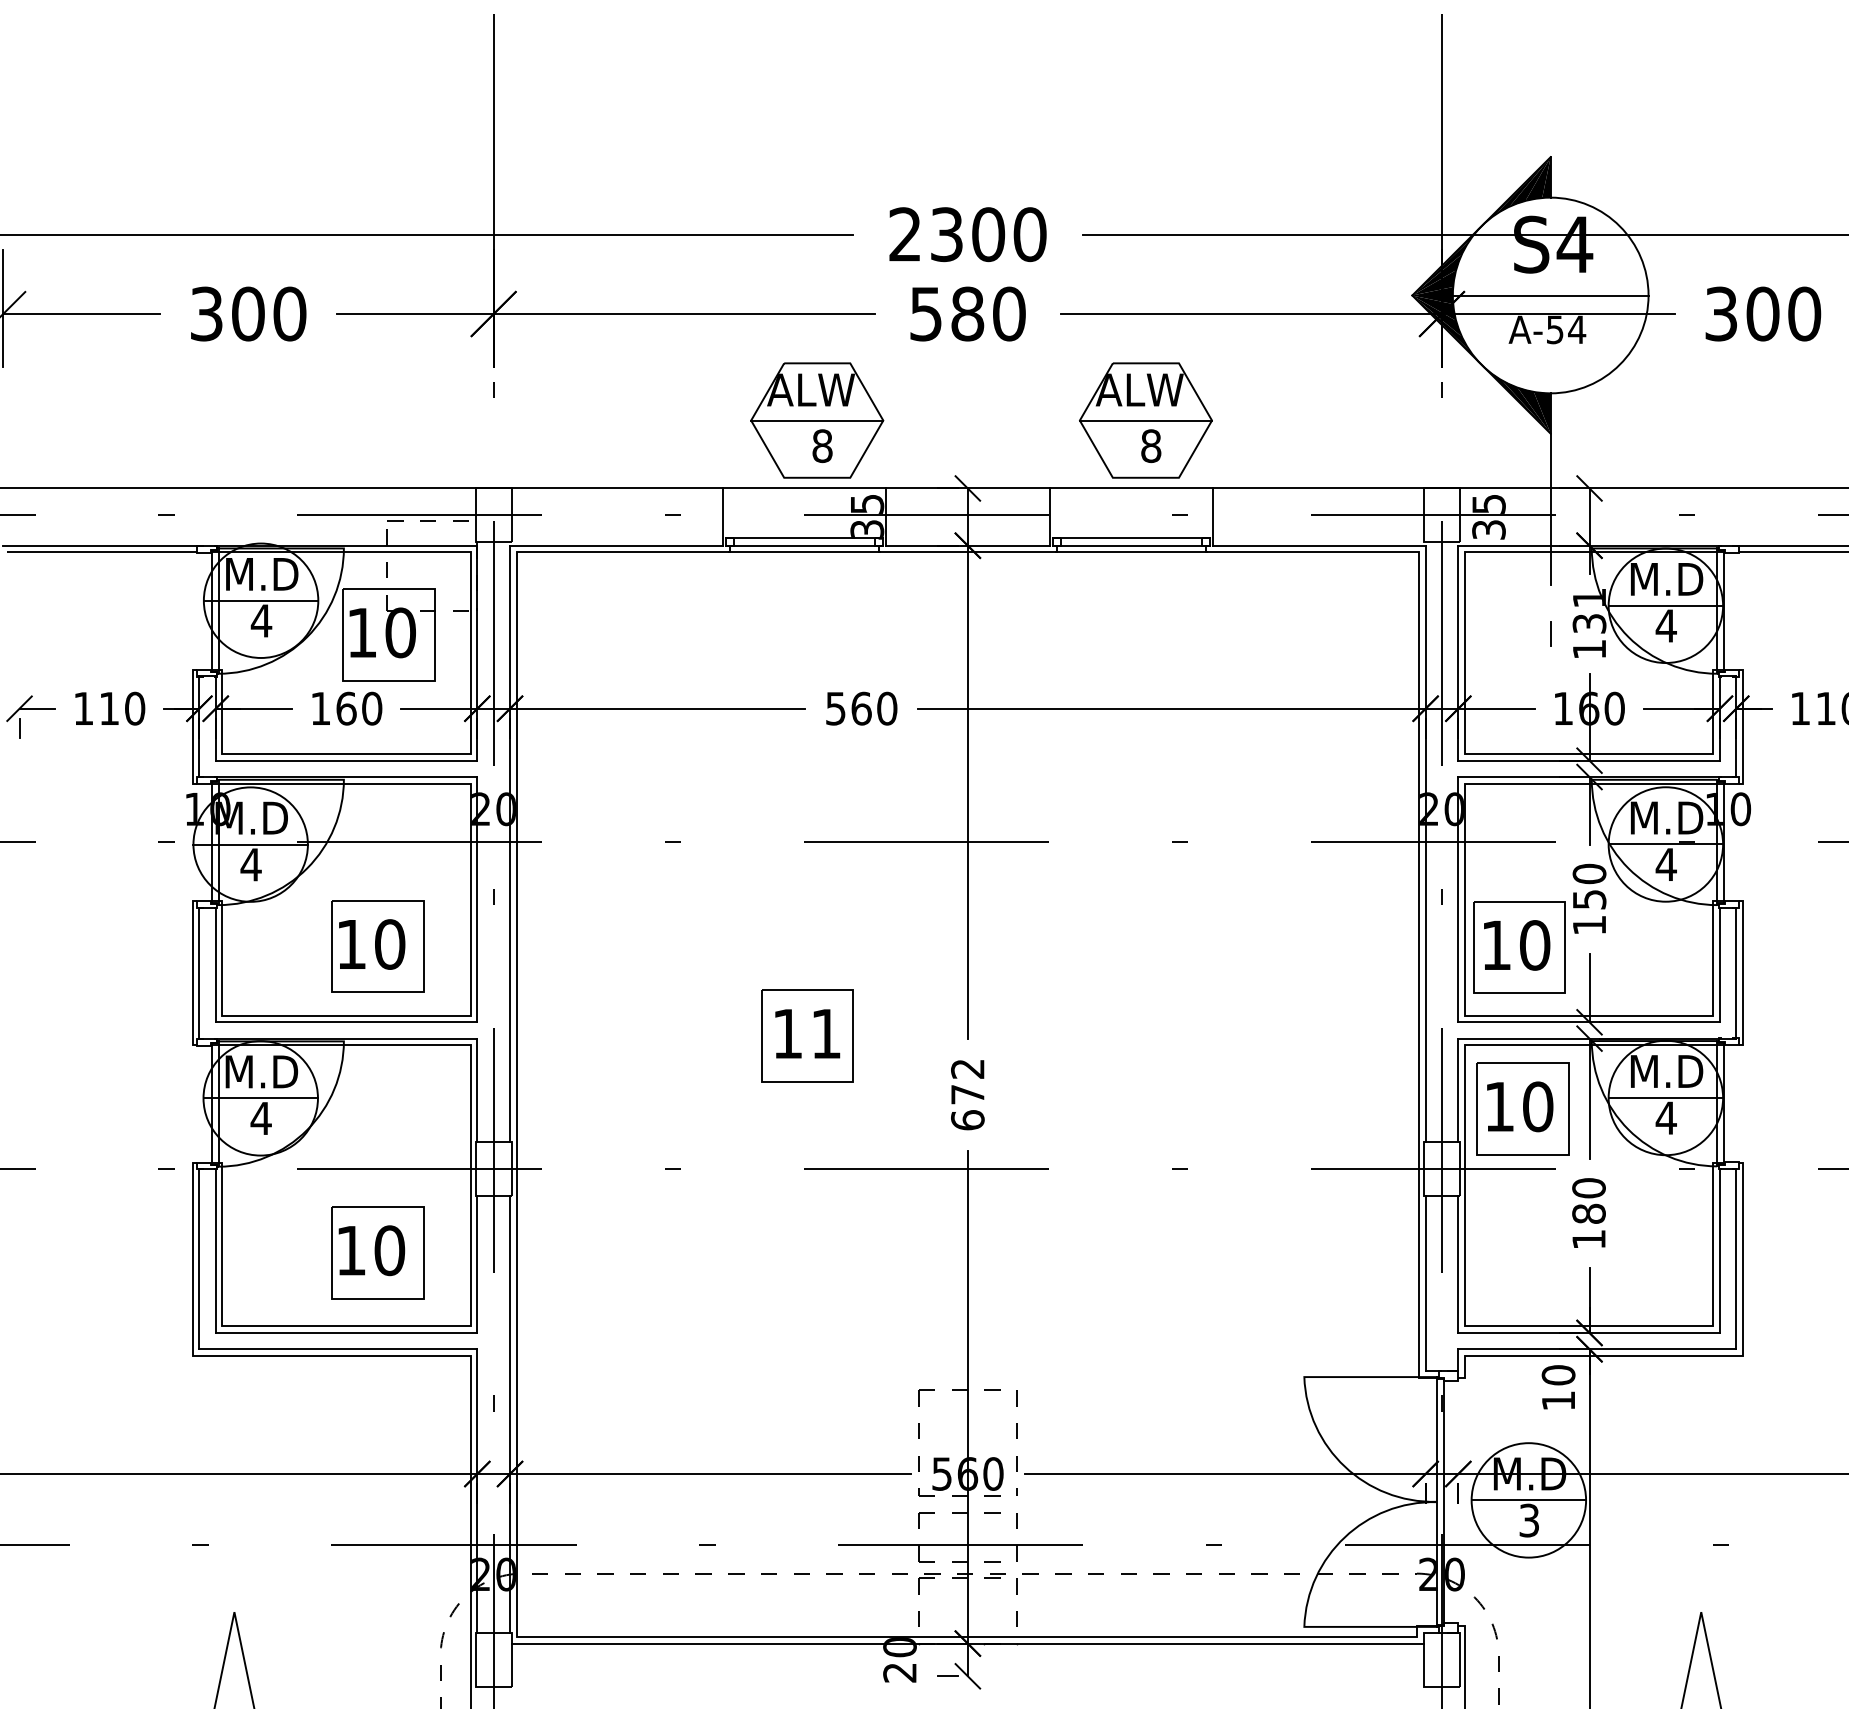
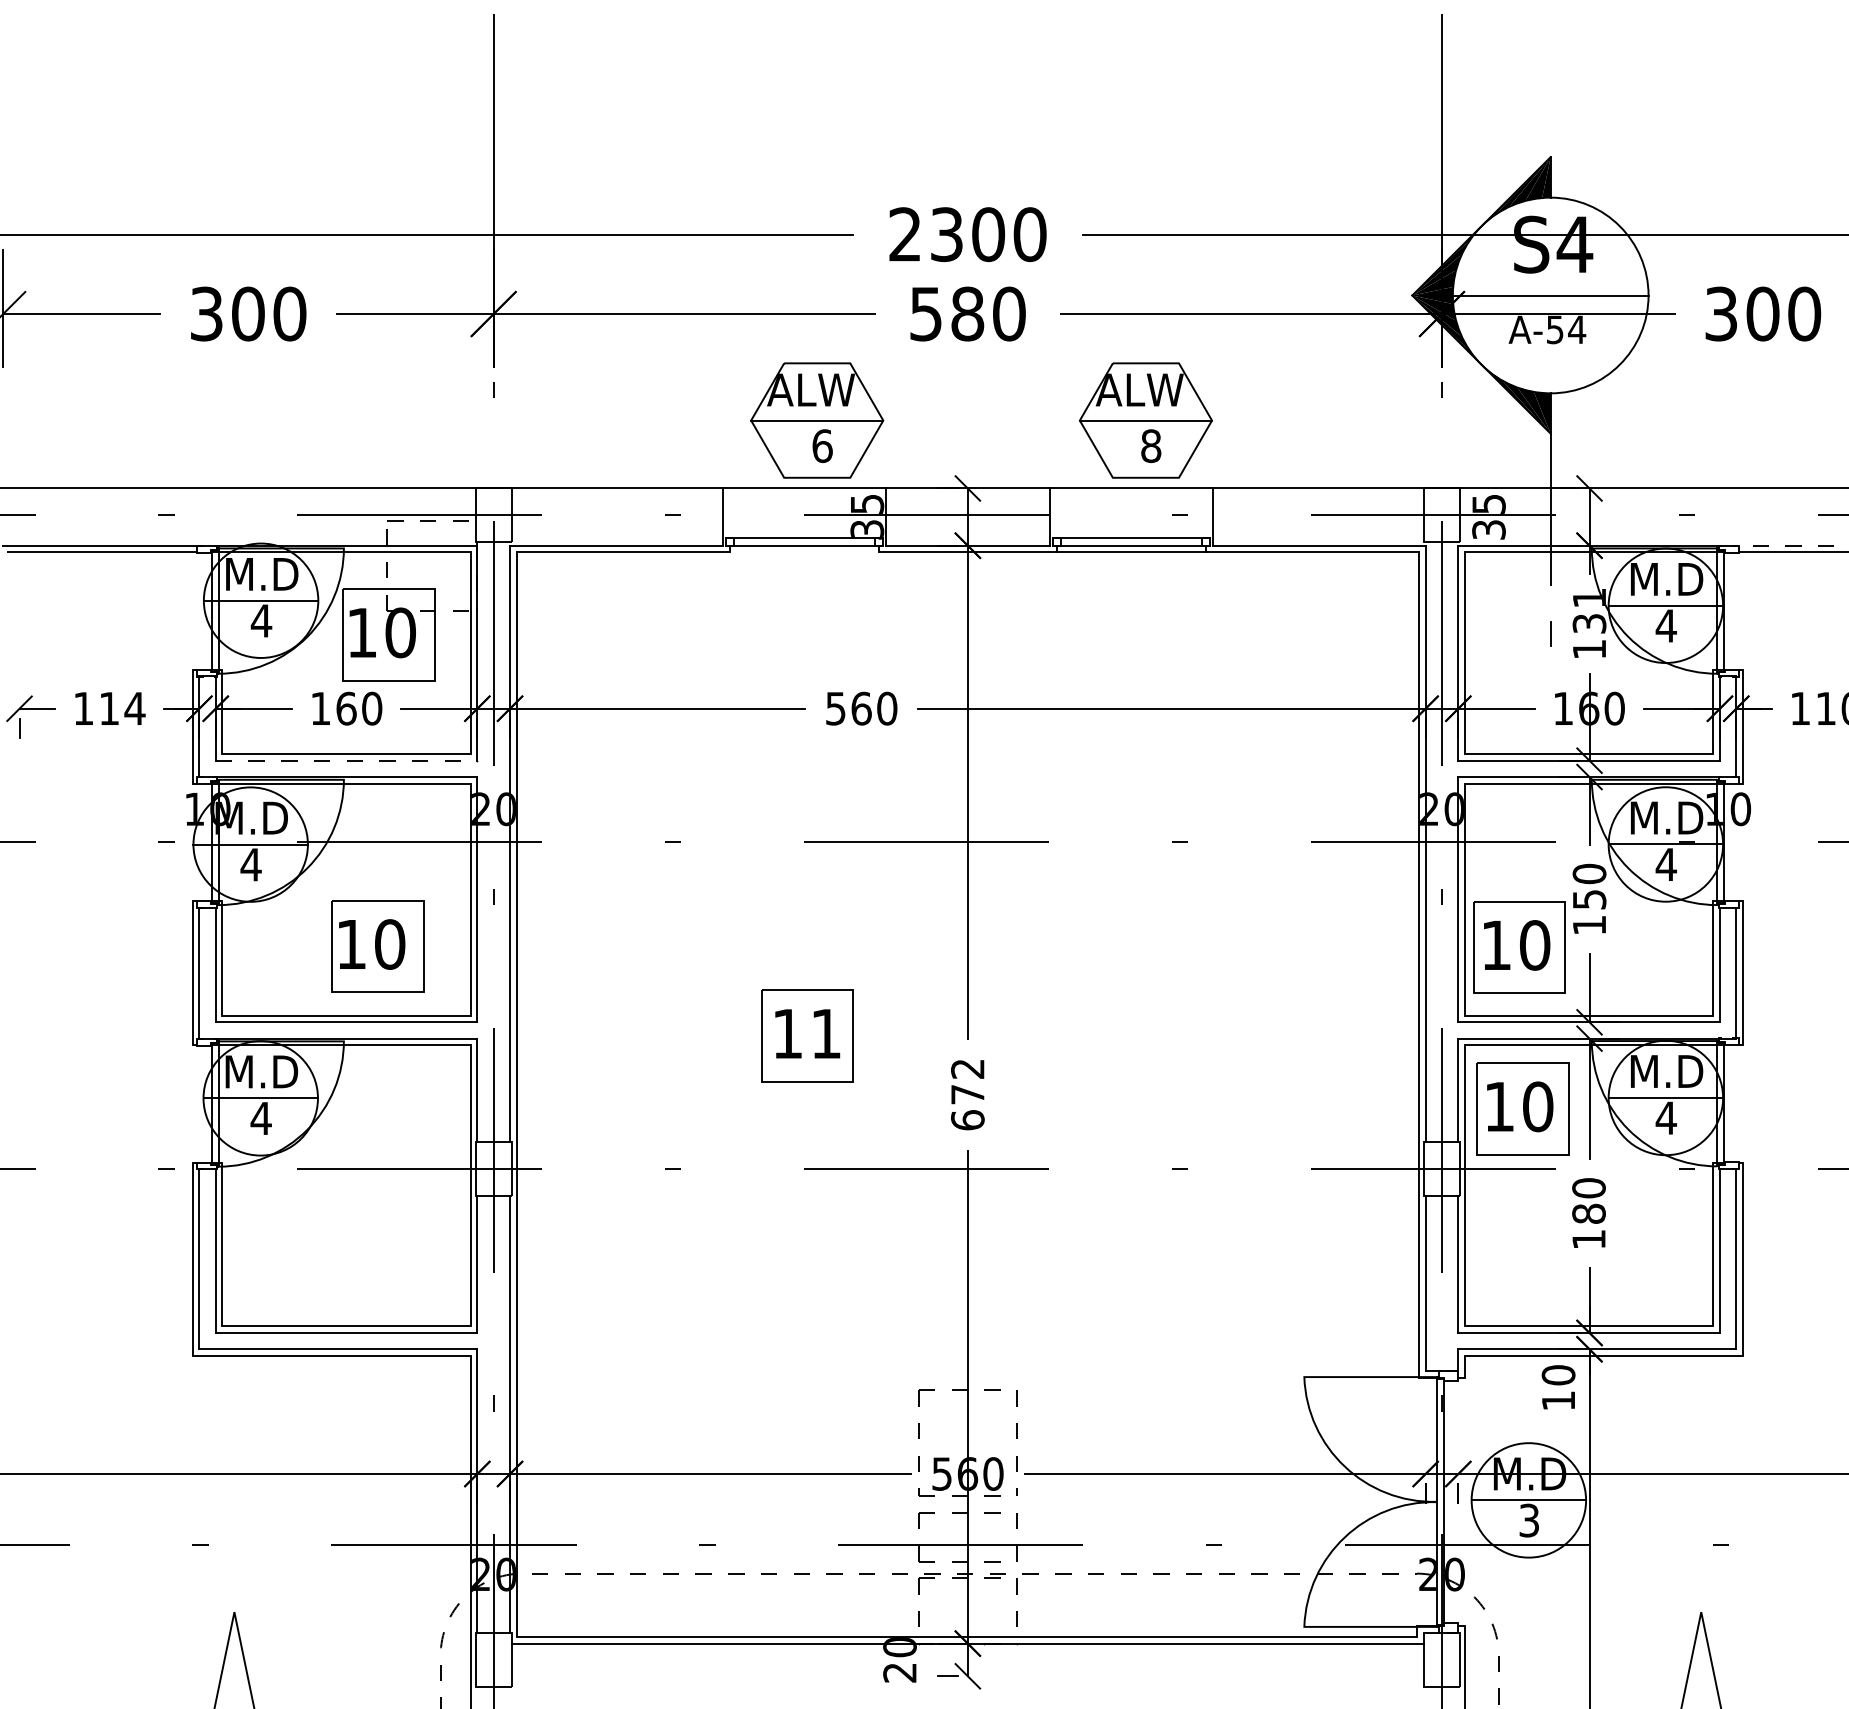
text at (822, 445): 8 -> 6
line at (1784, 545): solid -> dashed
line at (804, 552): present -> none
text at (134, 708): 110 -> 114
line at (346, 760): solid -> dashed
part at (377, 1252): present -> none
